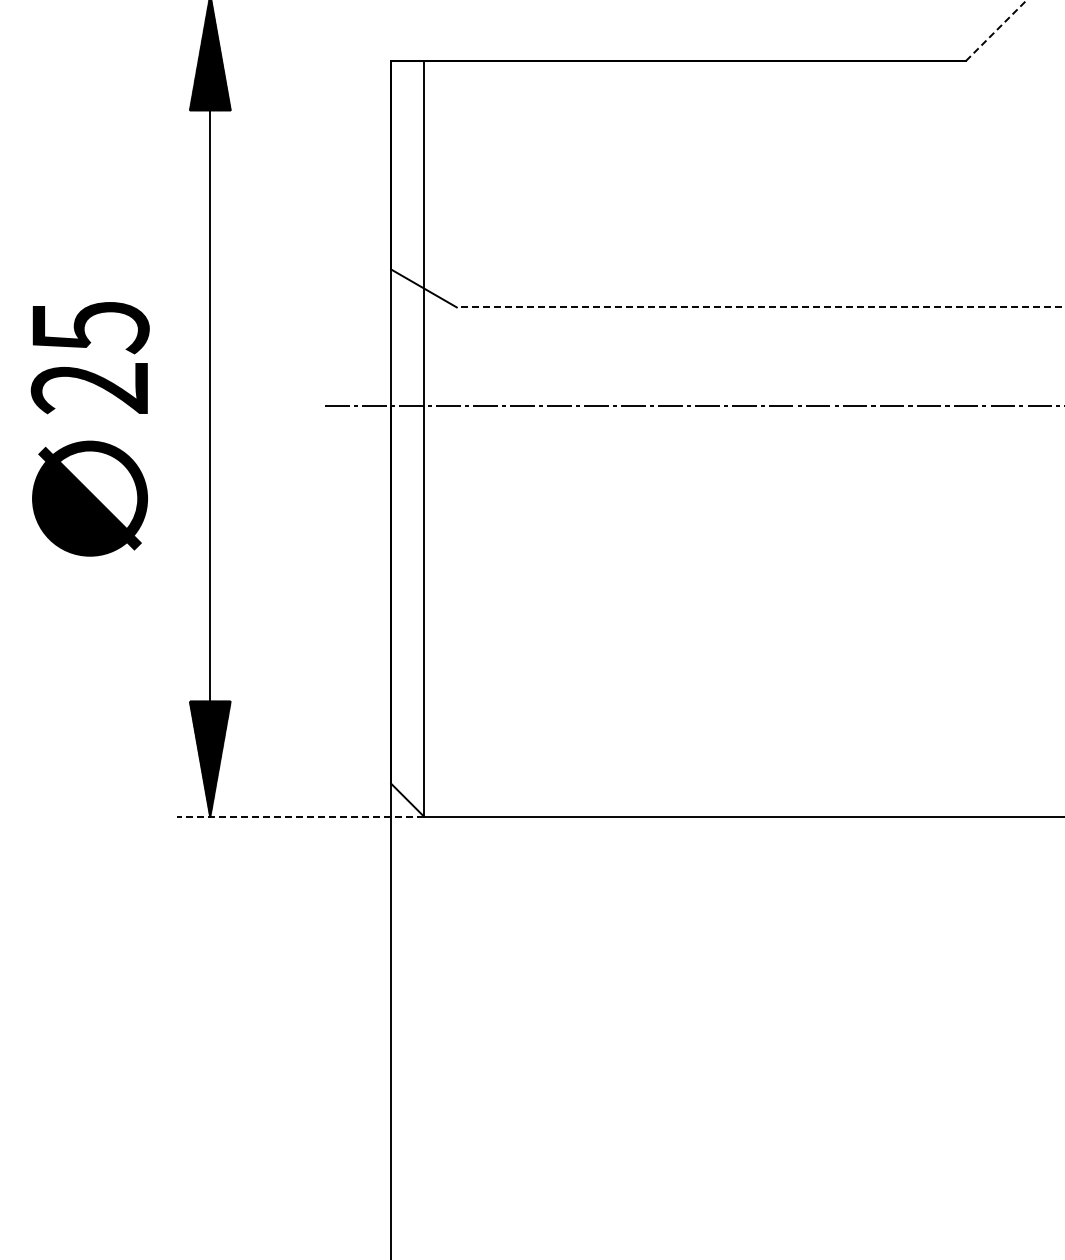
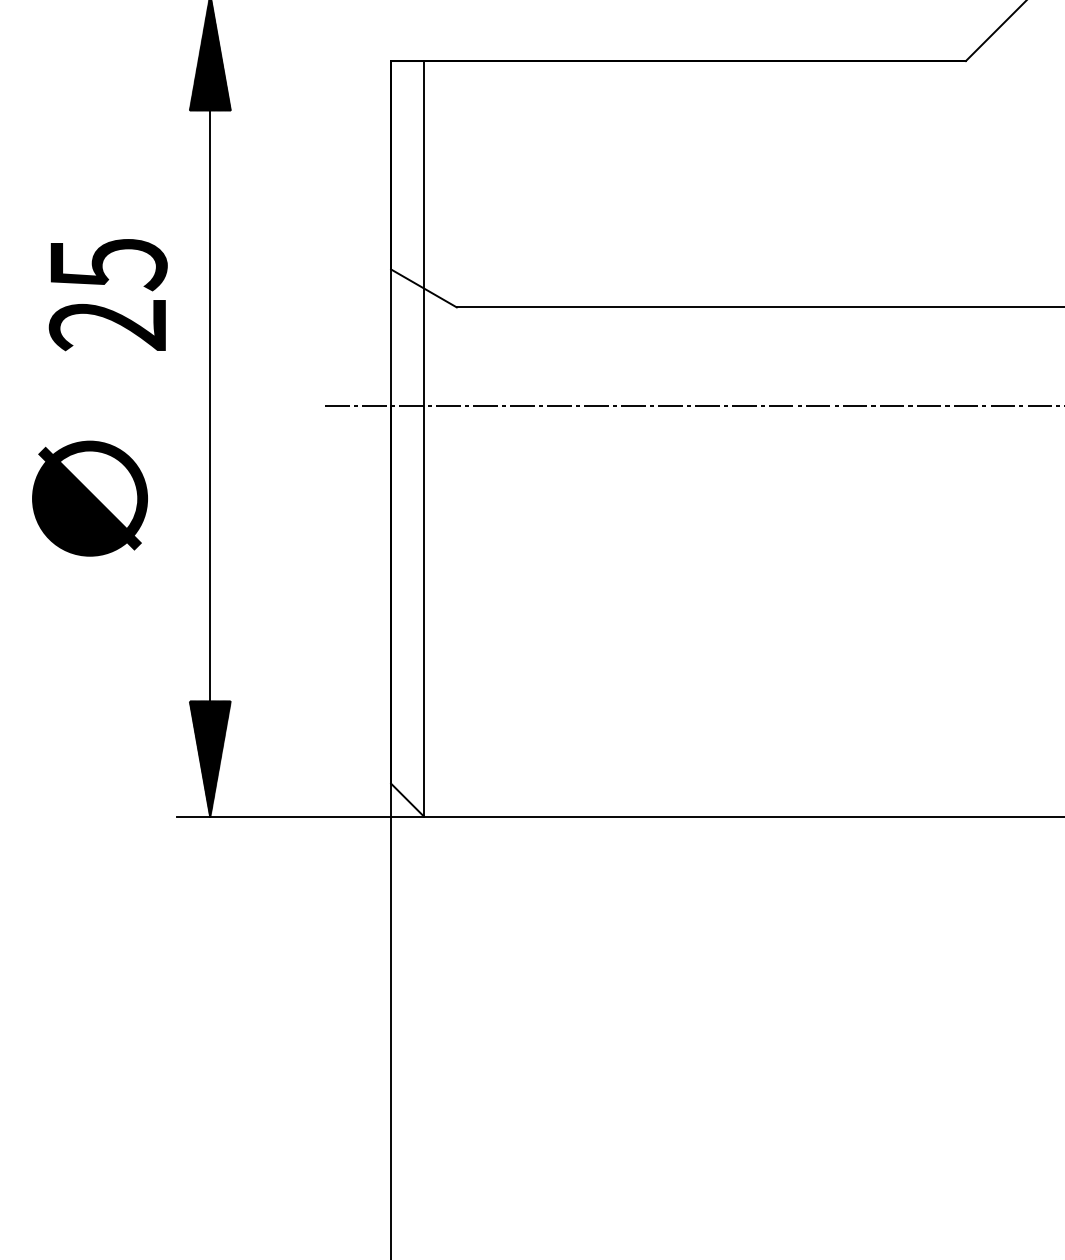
line at (996, 30): dashed -> solid
line at (760, 307): dashed -> solid
text at (89, 358) position: (89, 358) -> (107, 295)
line at (300, 816): dashed -> solid
